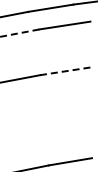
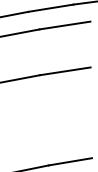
line at (20, 33): dashed -> solid
line at (65, 71): dashed -> solid
